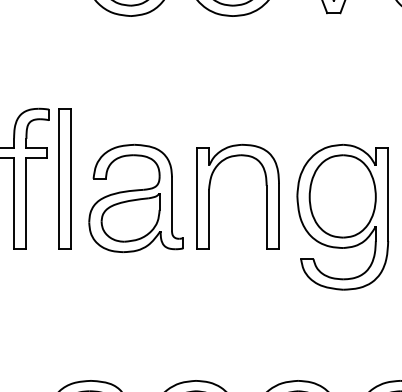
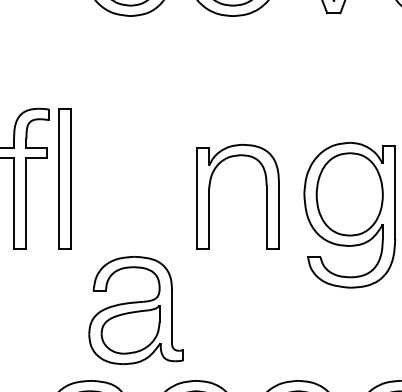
part at (135, 197) position: (135, 197) -> (135, 309)
part at (342, 217) position: (342, 217) -> (349, 215)
